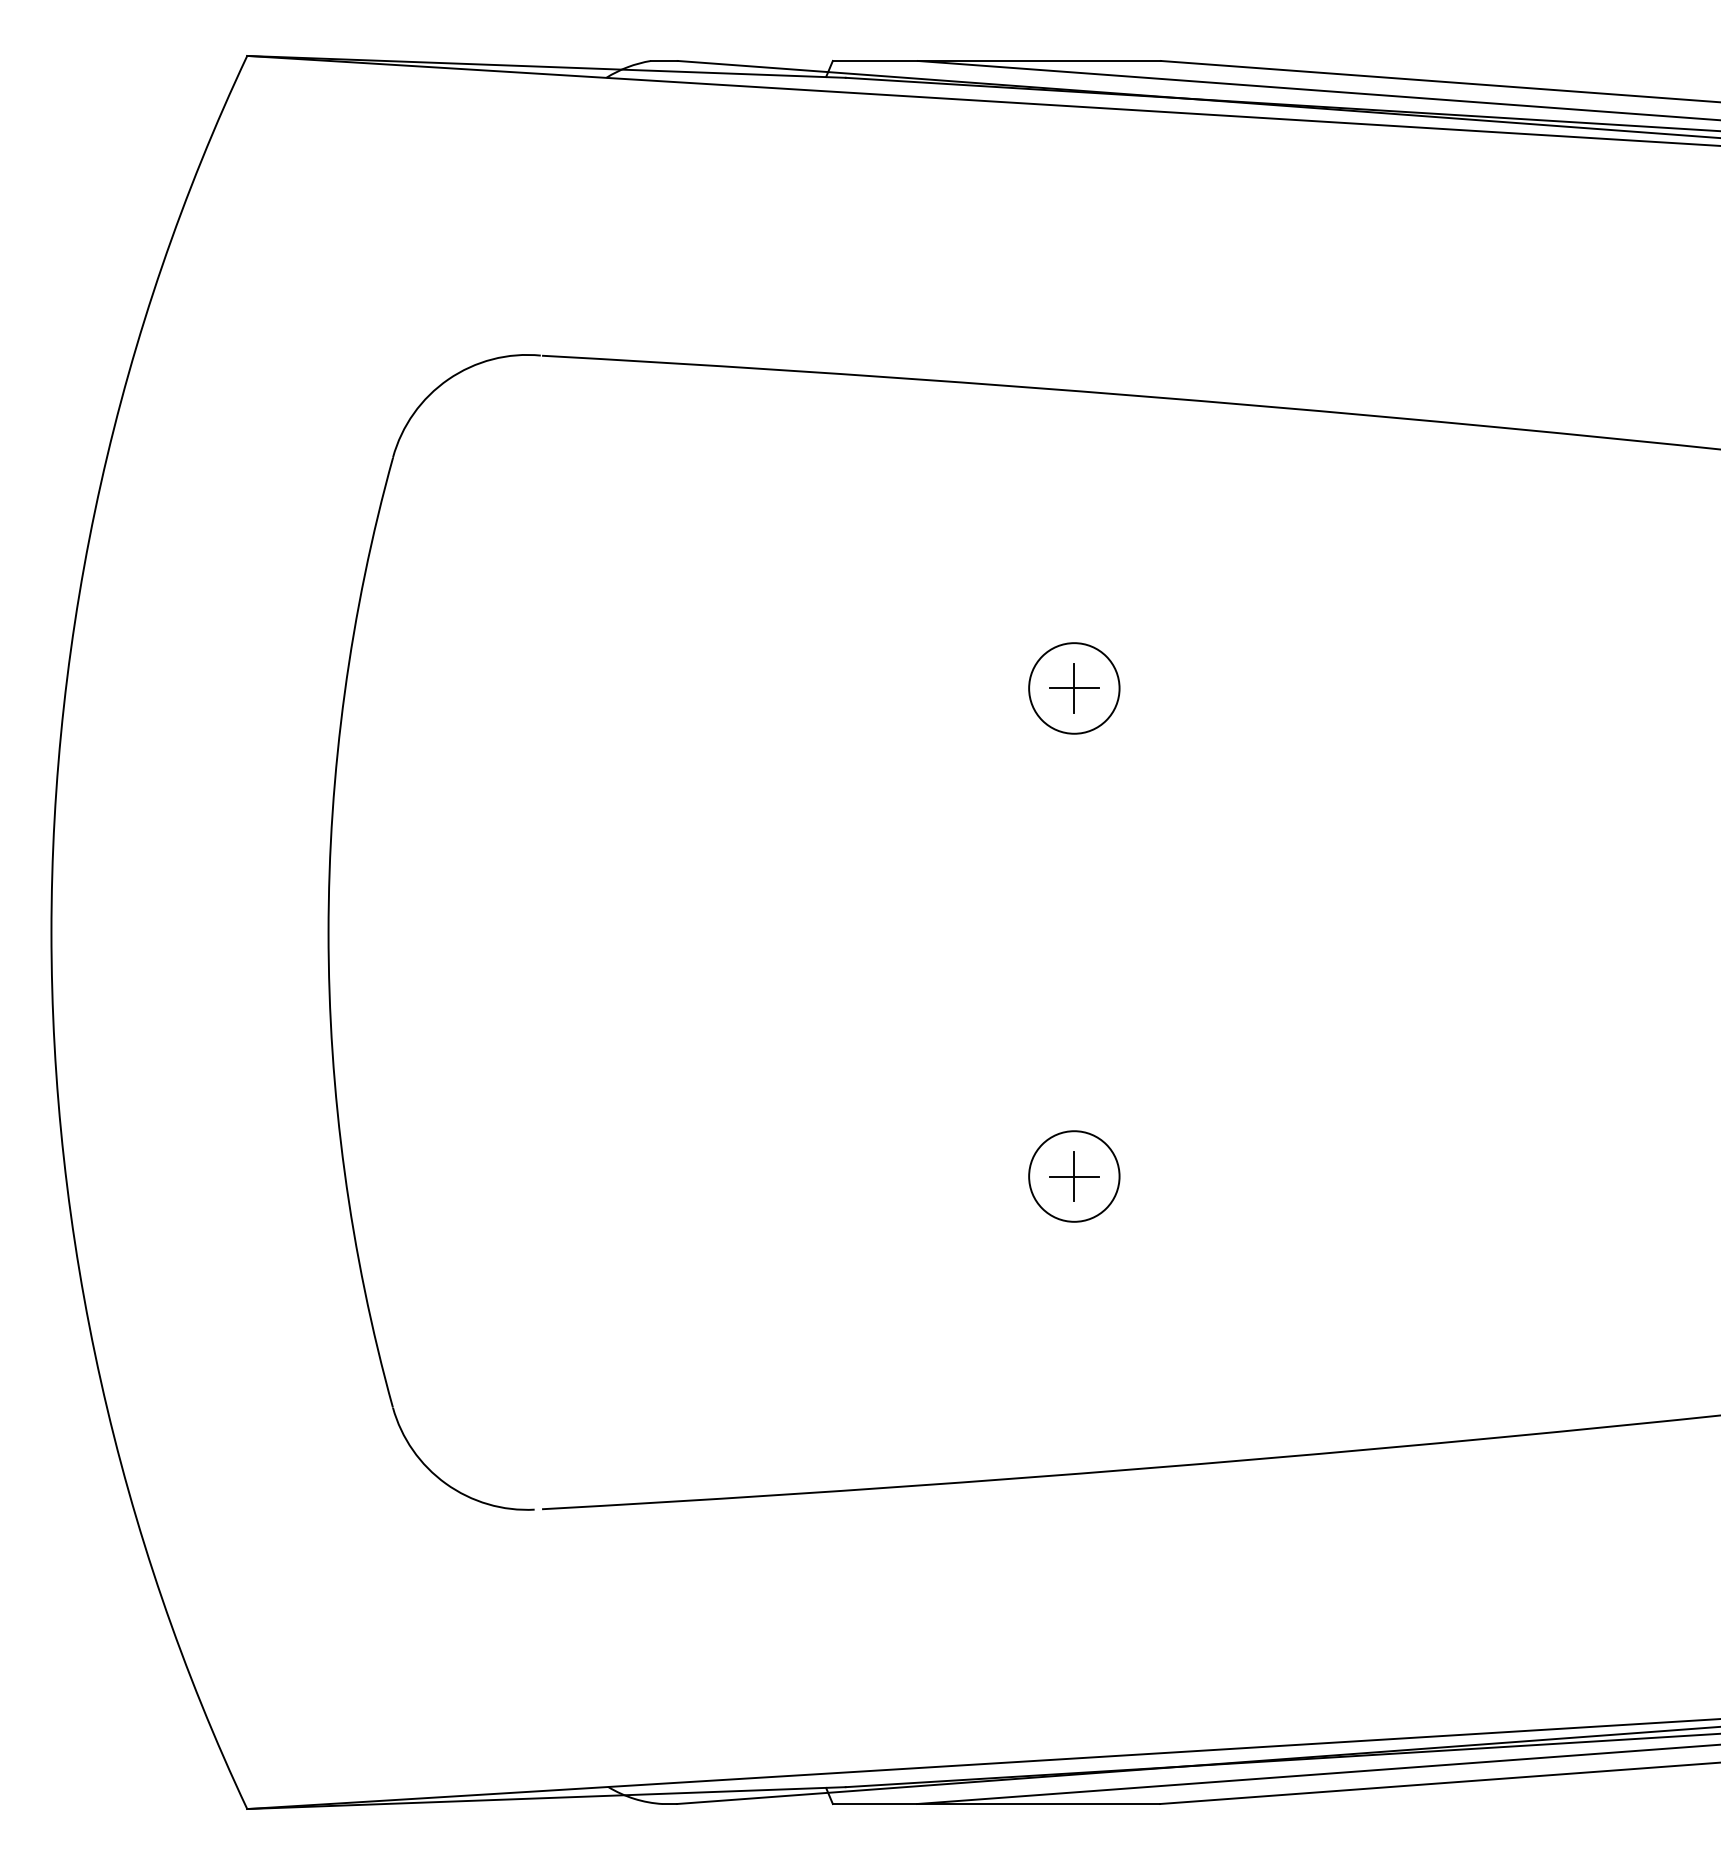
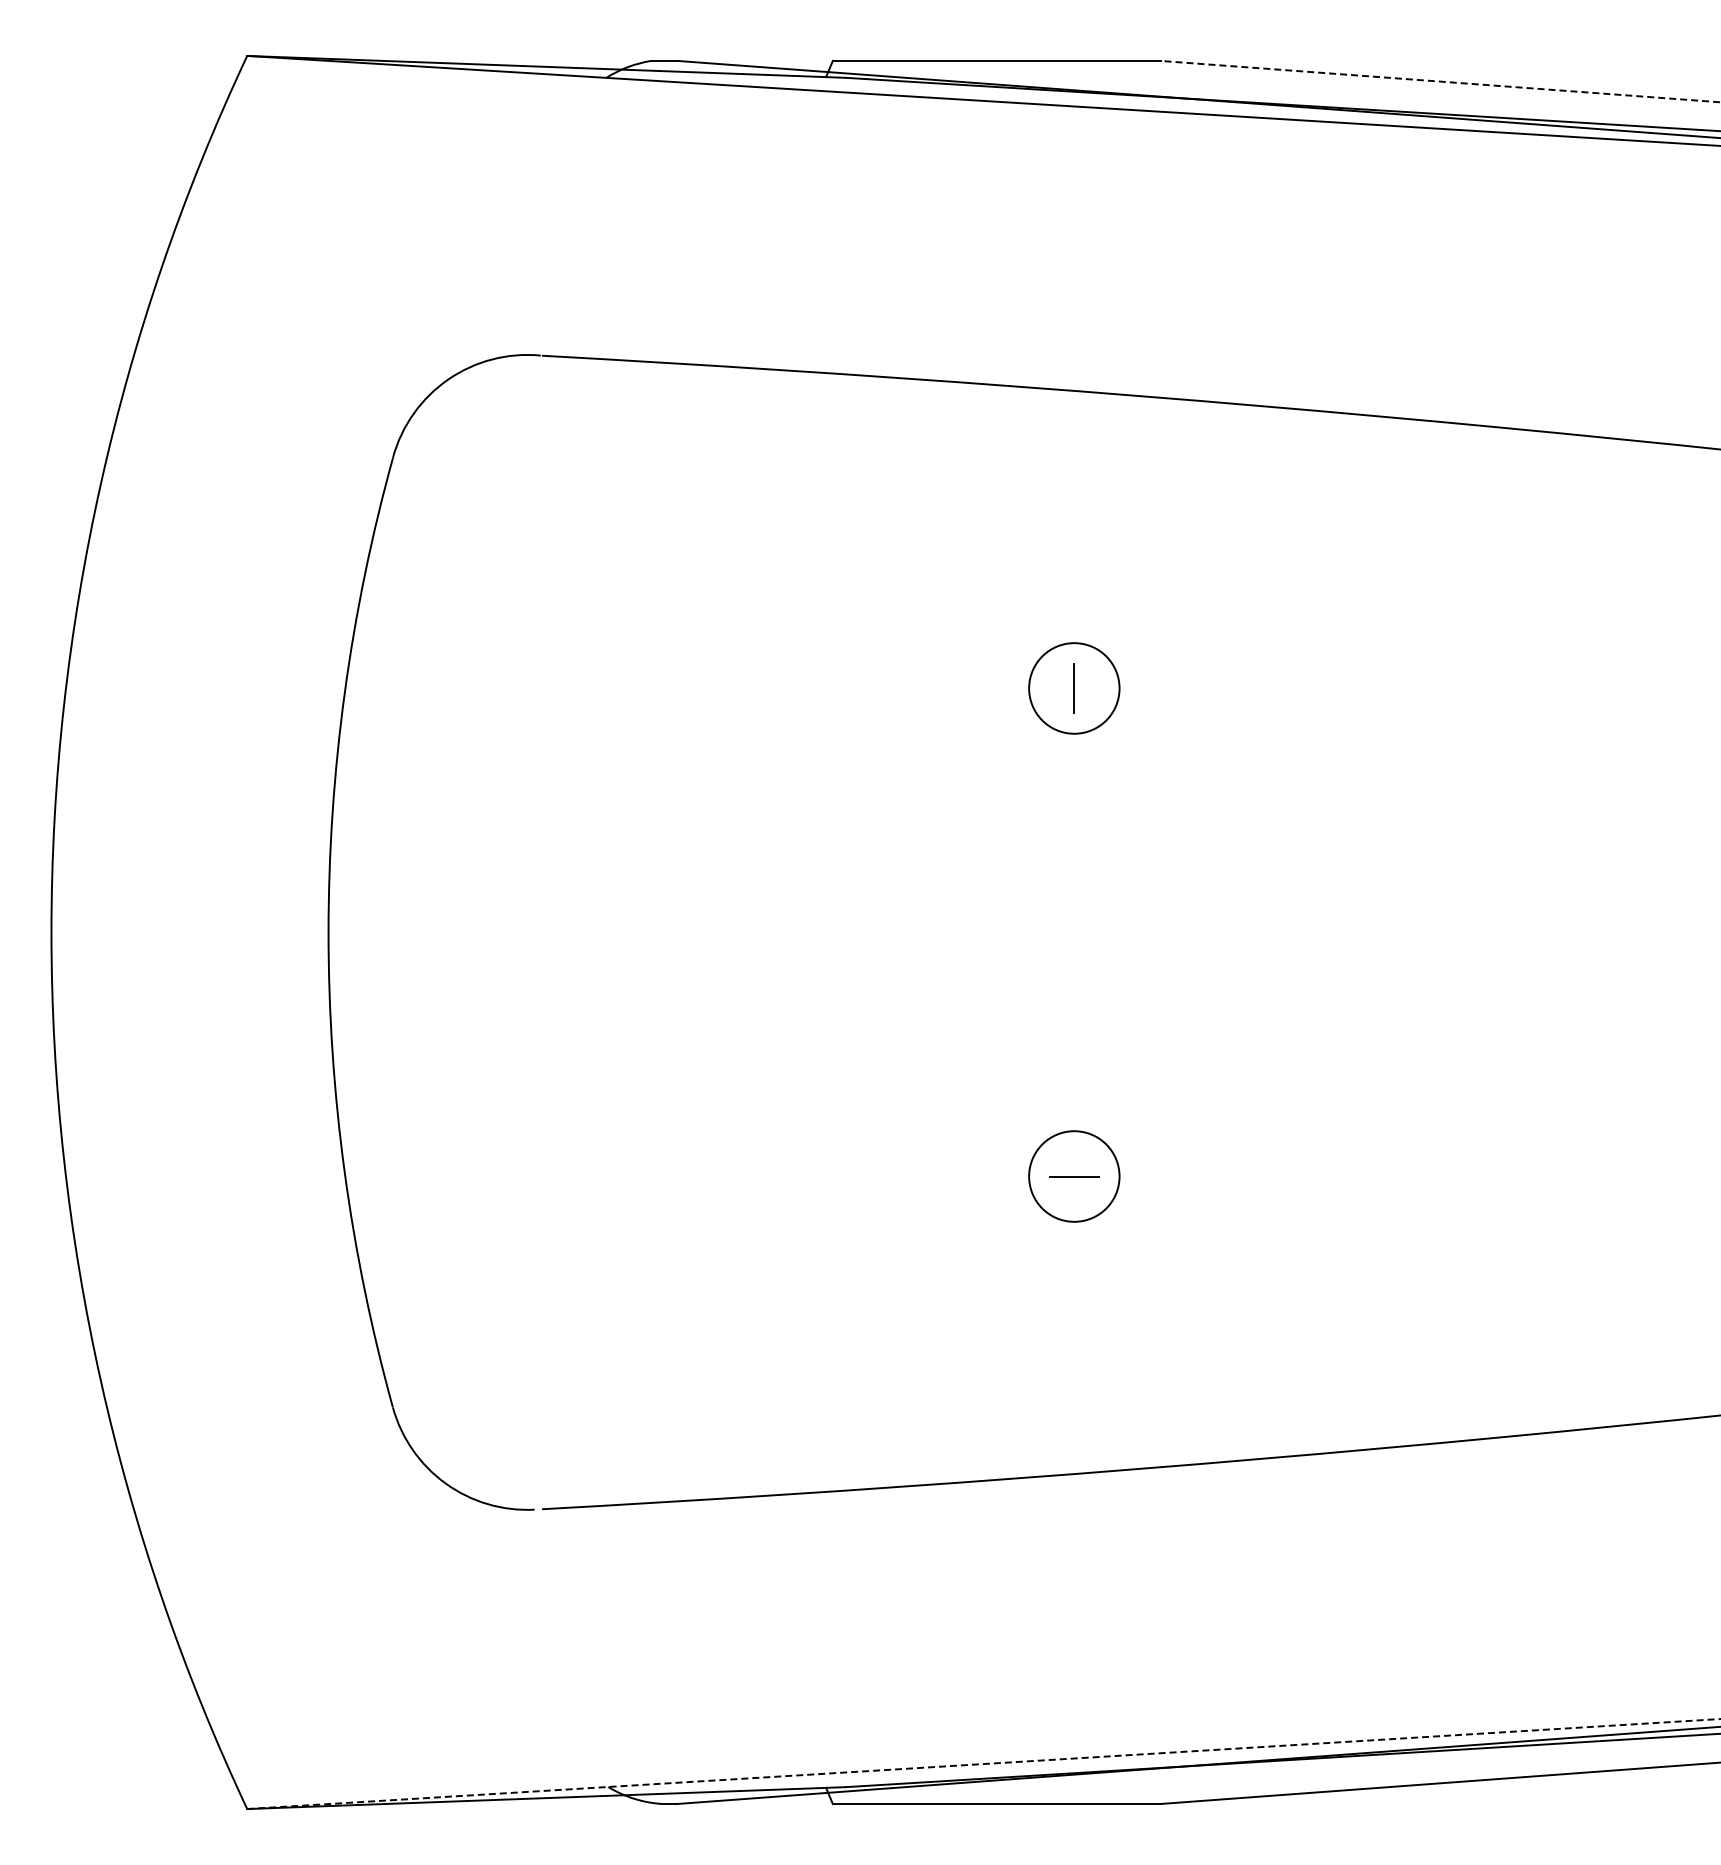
line at (1440, 81): solid -> dashed
line at (1317, 90): present -> none
line at (1073, 688): present -> none
line at (1074, 1176): present -> none
line at (983, 1764): solid -> dashed
line at (1317, 1774): present -> none
